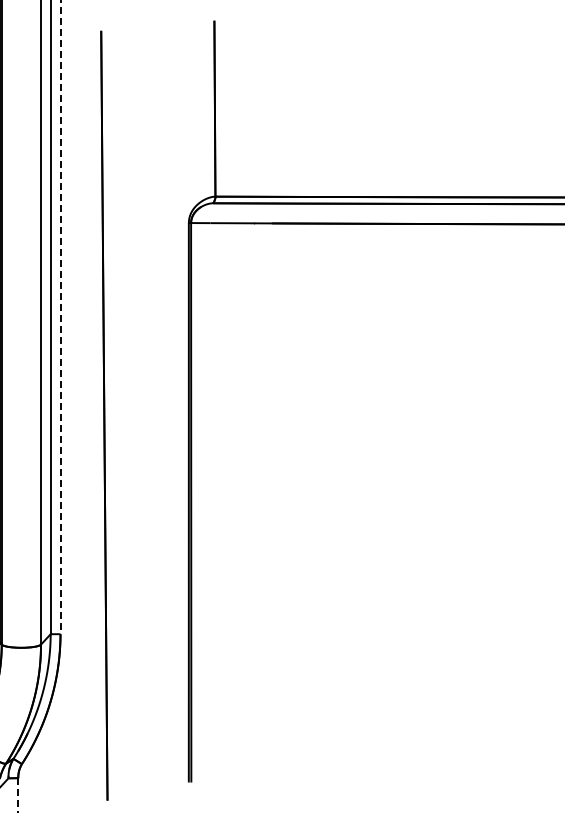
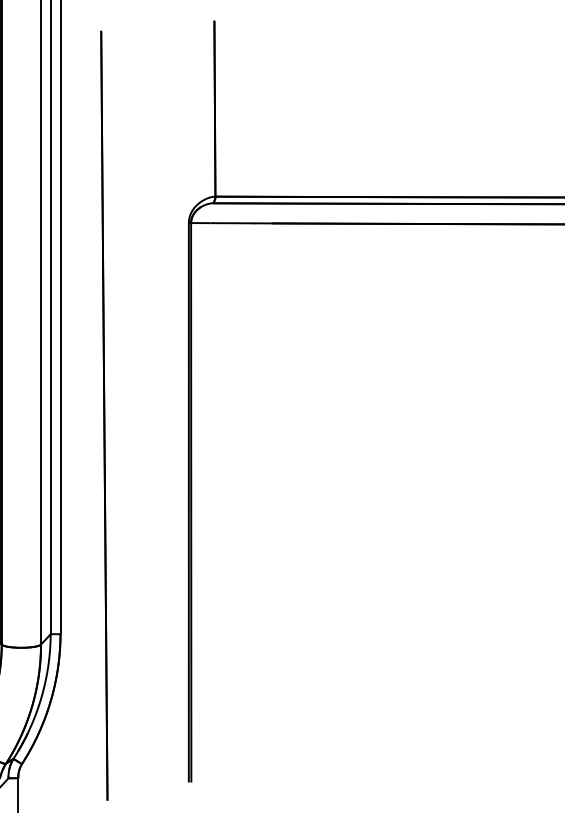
line at (60, 317): dashed -> solid
line at (18, 795): dashed -> solid
